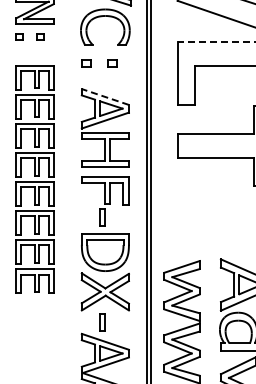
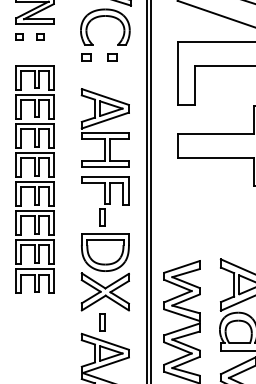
line at (216, 41): dashed -> solid
part at (86, 63) position: (86, 63) -> (86, 57)
part at (112, 63) position: (112, 63) -> (112, 57)
line at (105, 97): dashed -> solid
